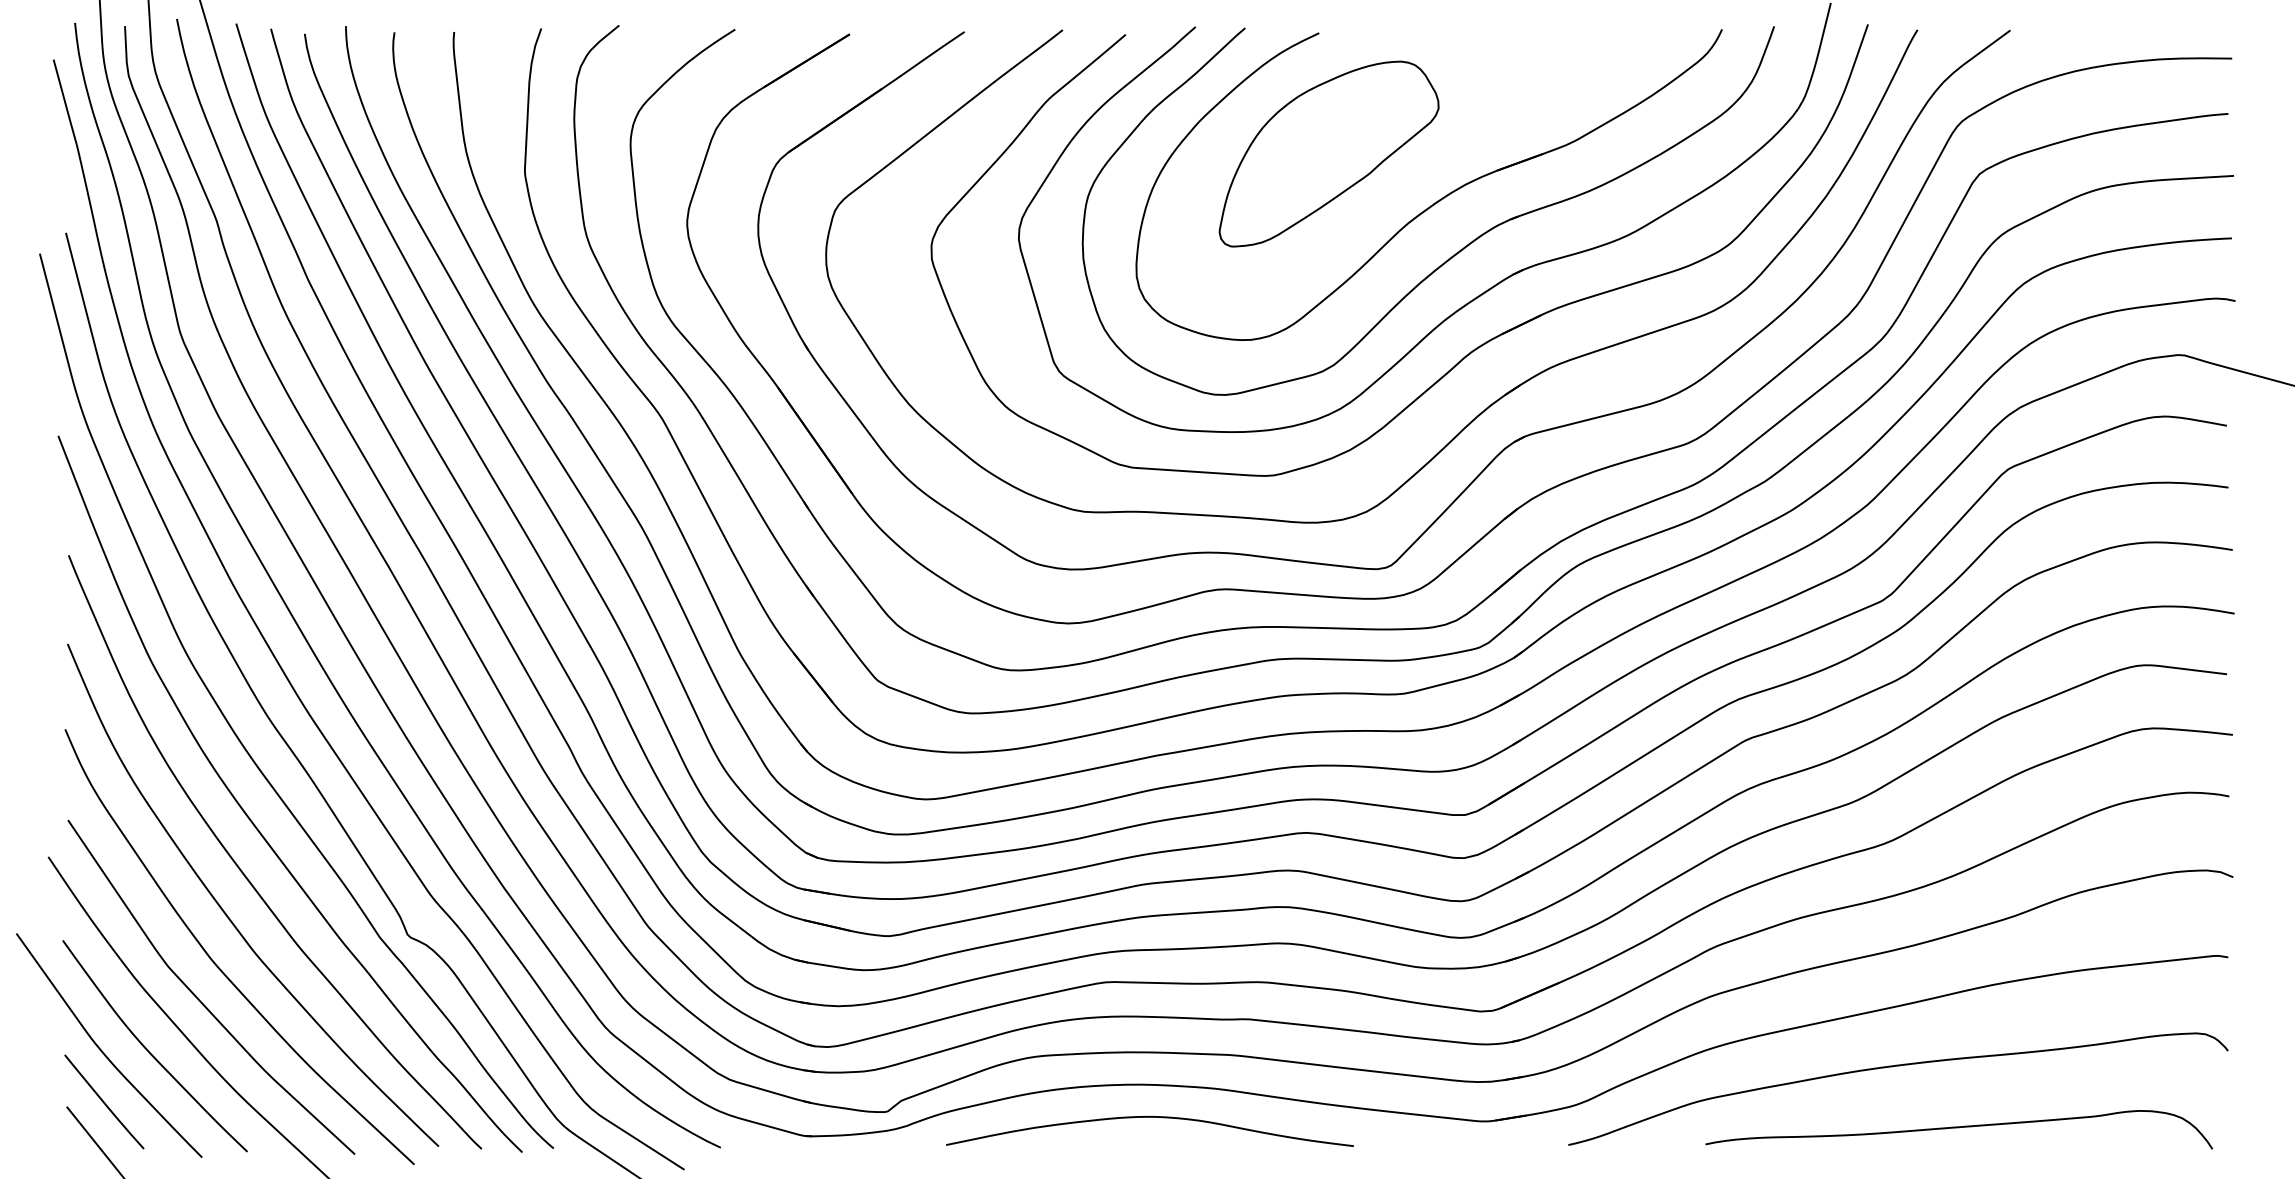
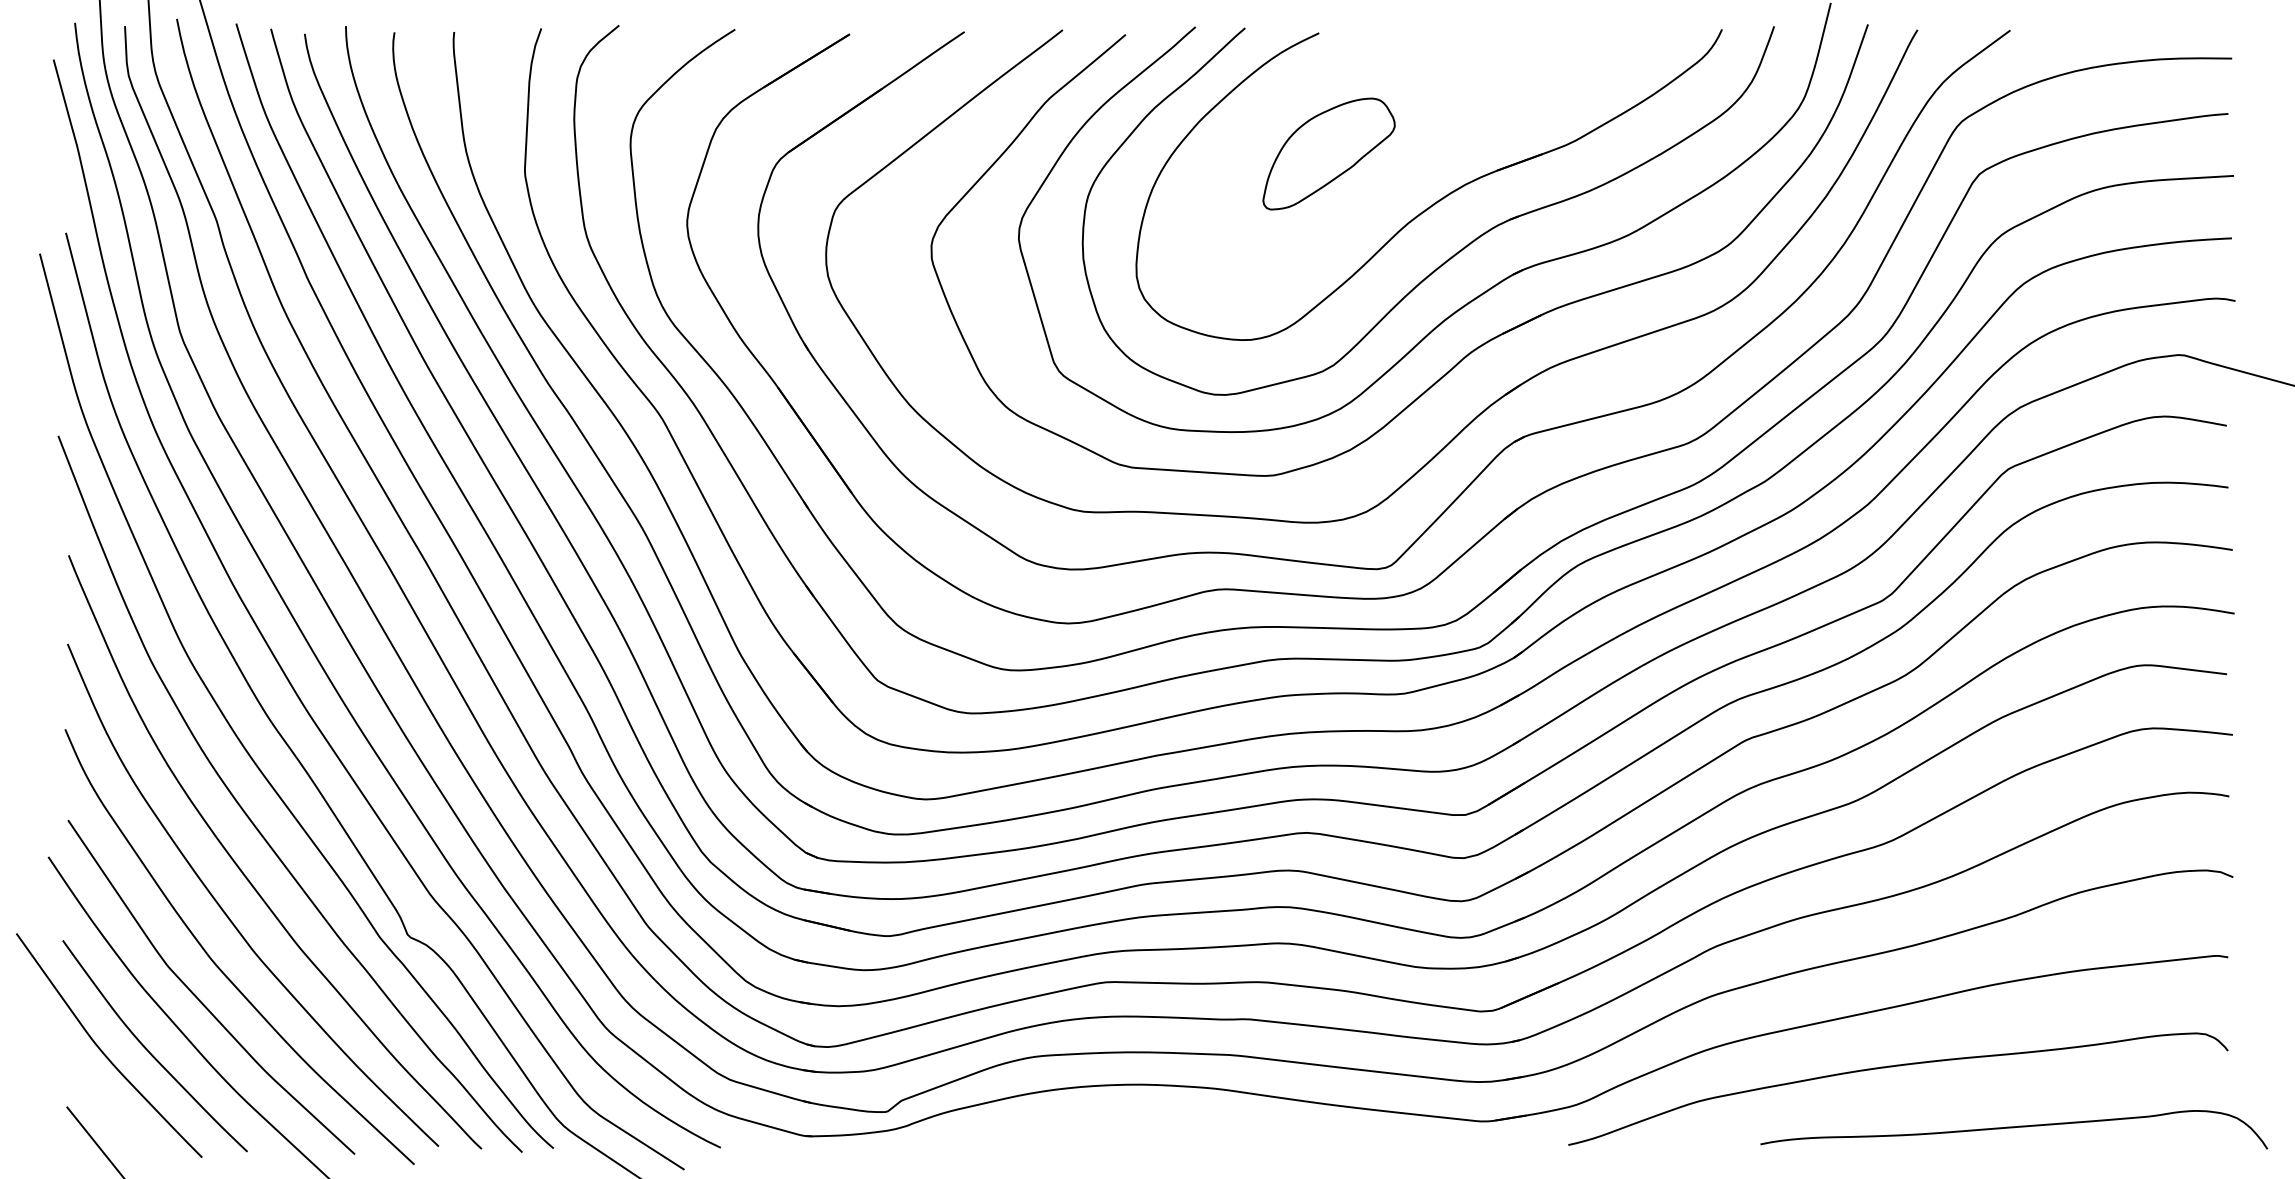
part at (1328, 153) size: 222x188 px -> 134x114 px
curve at (104, 1101): present -> none
curve at (1149, 1117): present -> none
curve at (1959, 1128) position: (1959, 1128) -> (2014, 1128)
